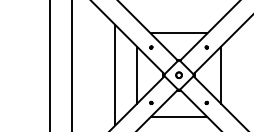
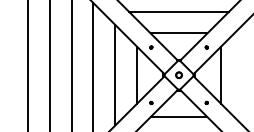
line at (178, 11): none -> present
line at (27, 65): none -> present
line at (93, 65): none -> present
